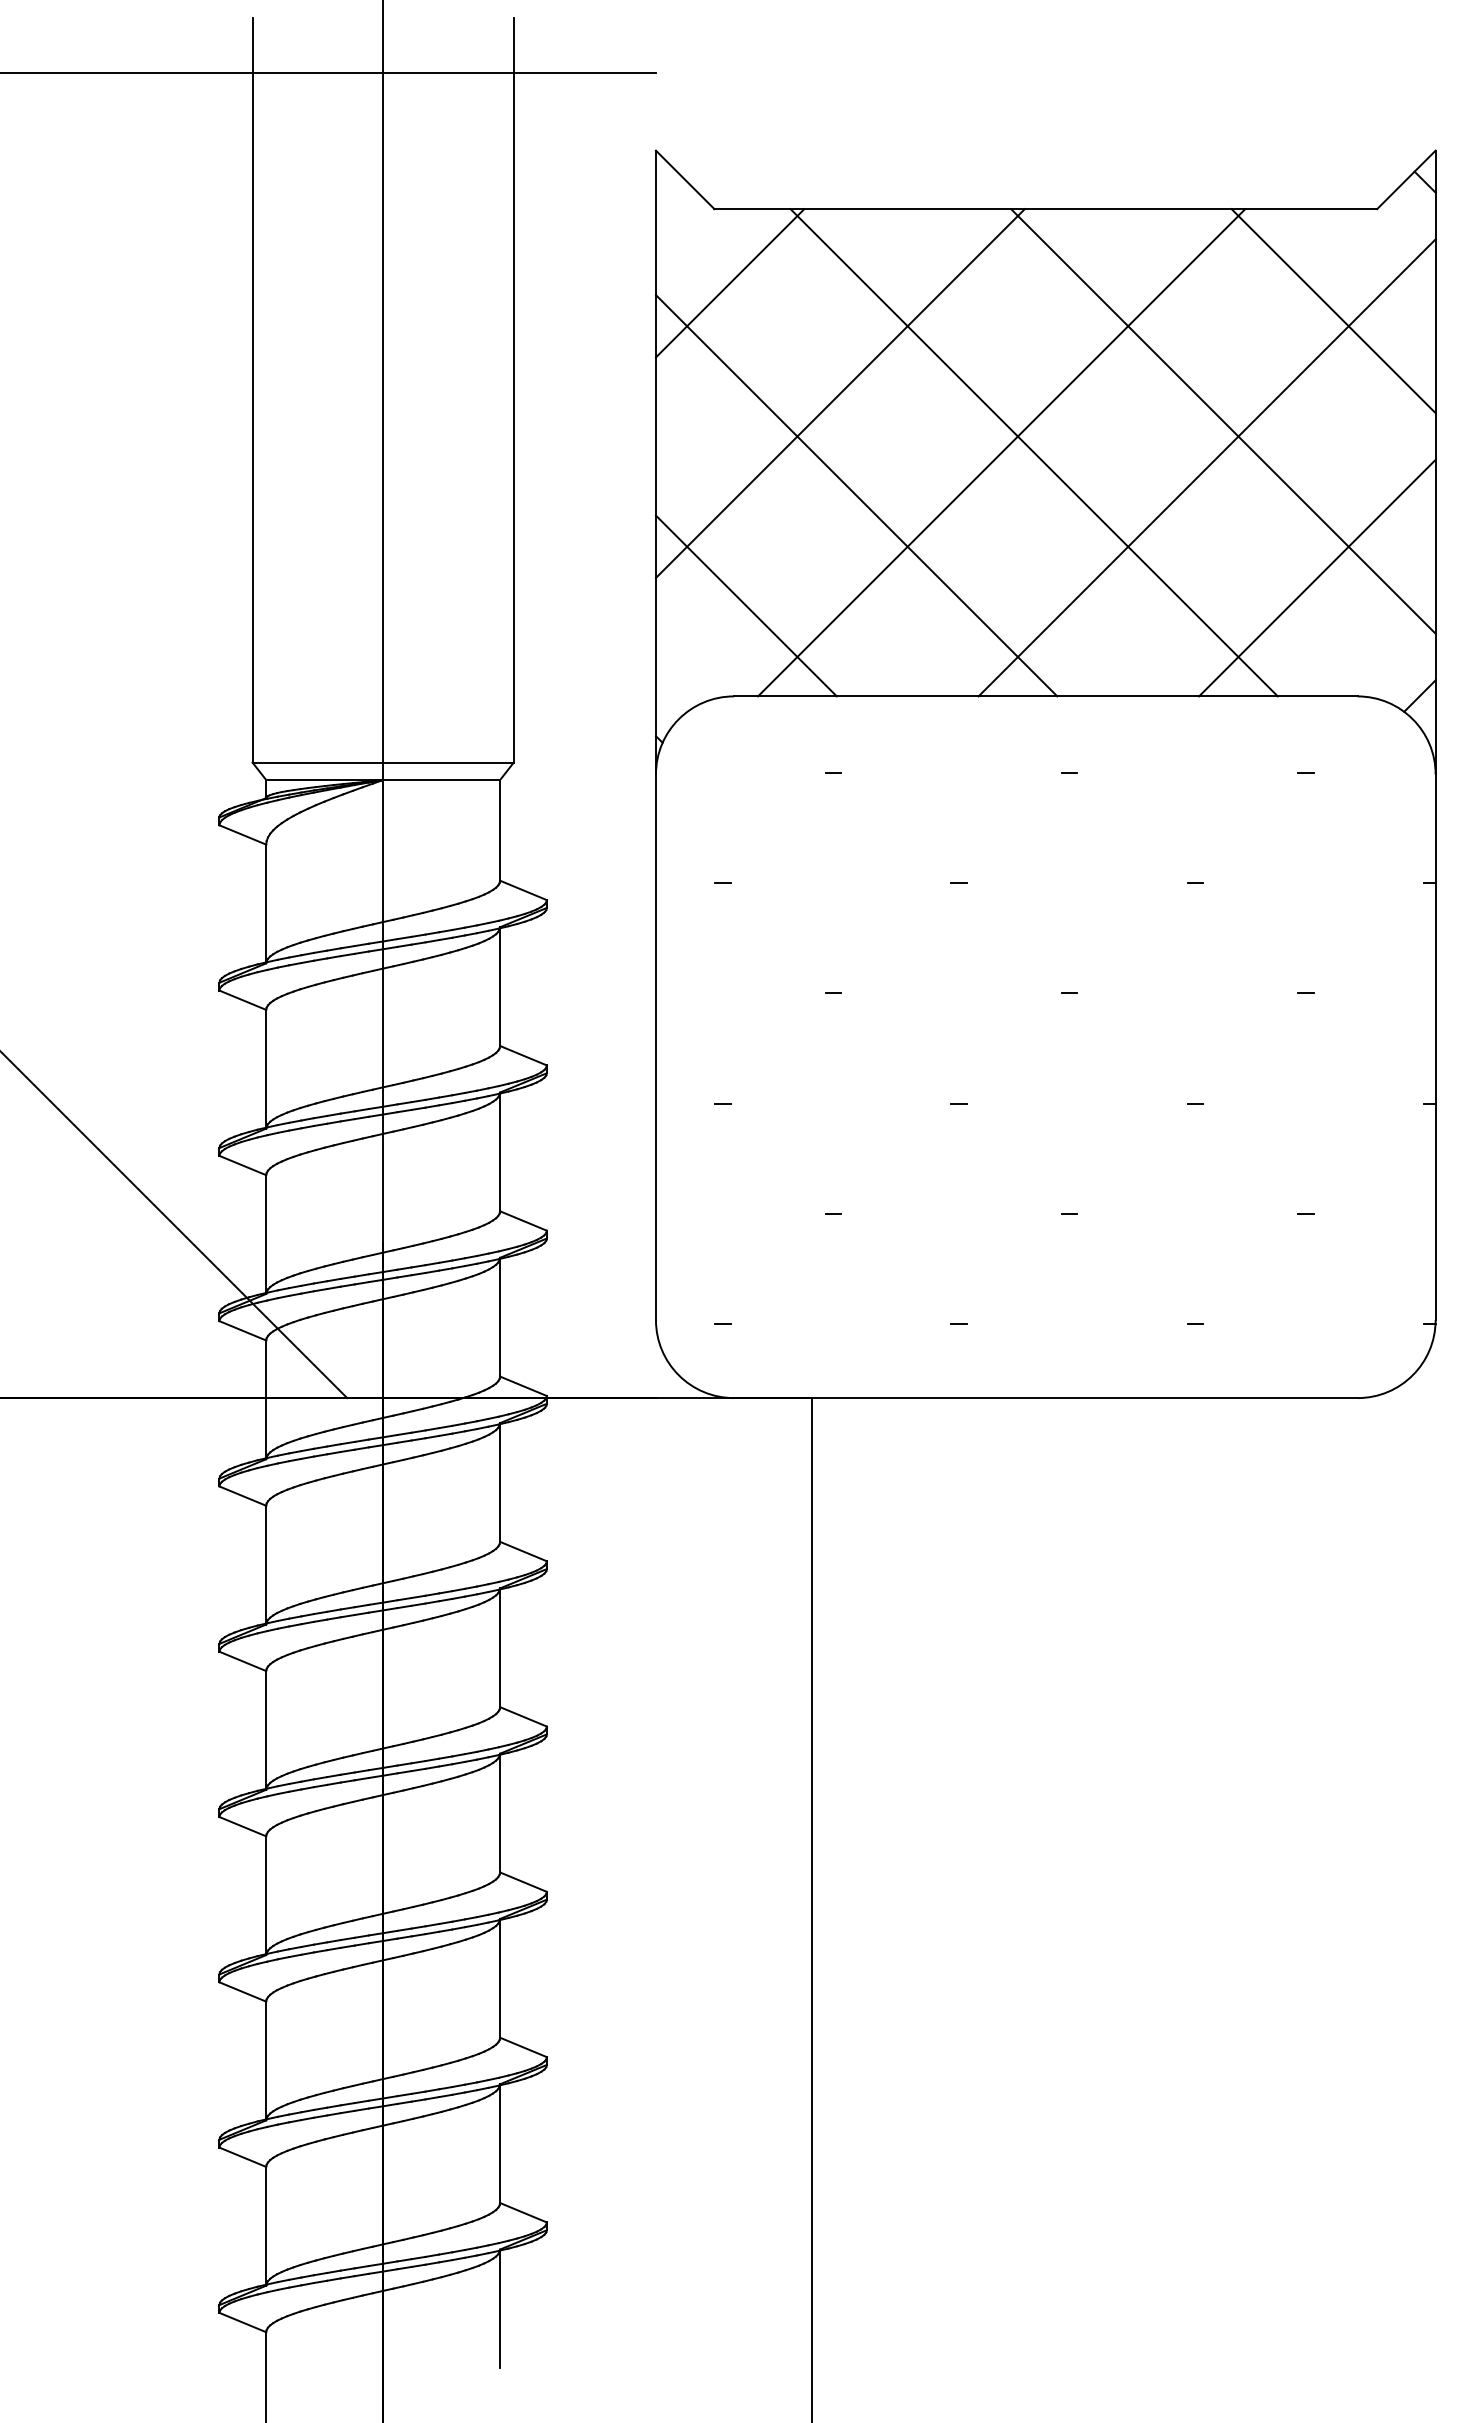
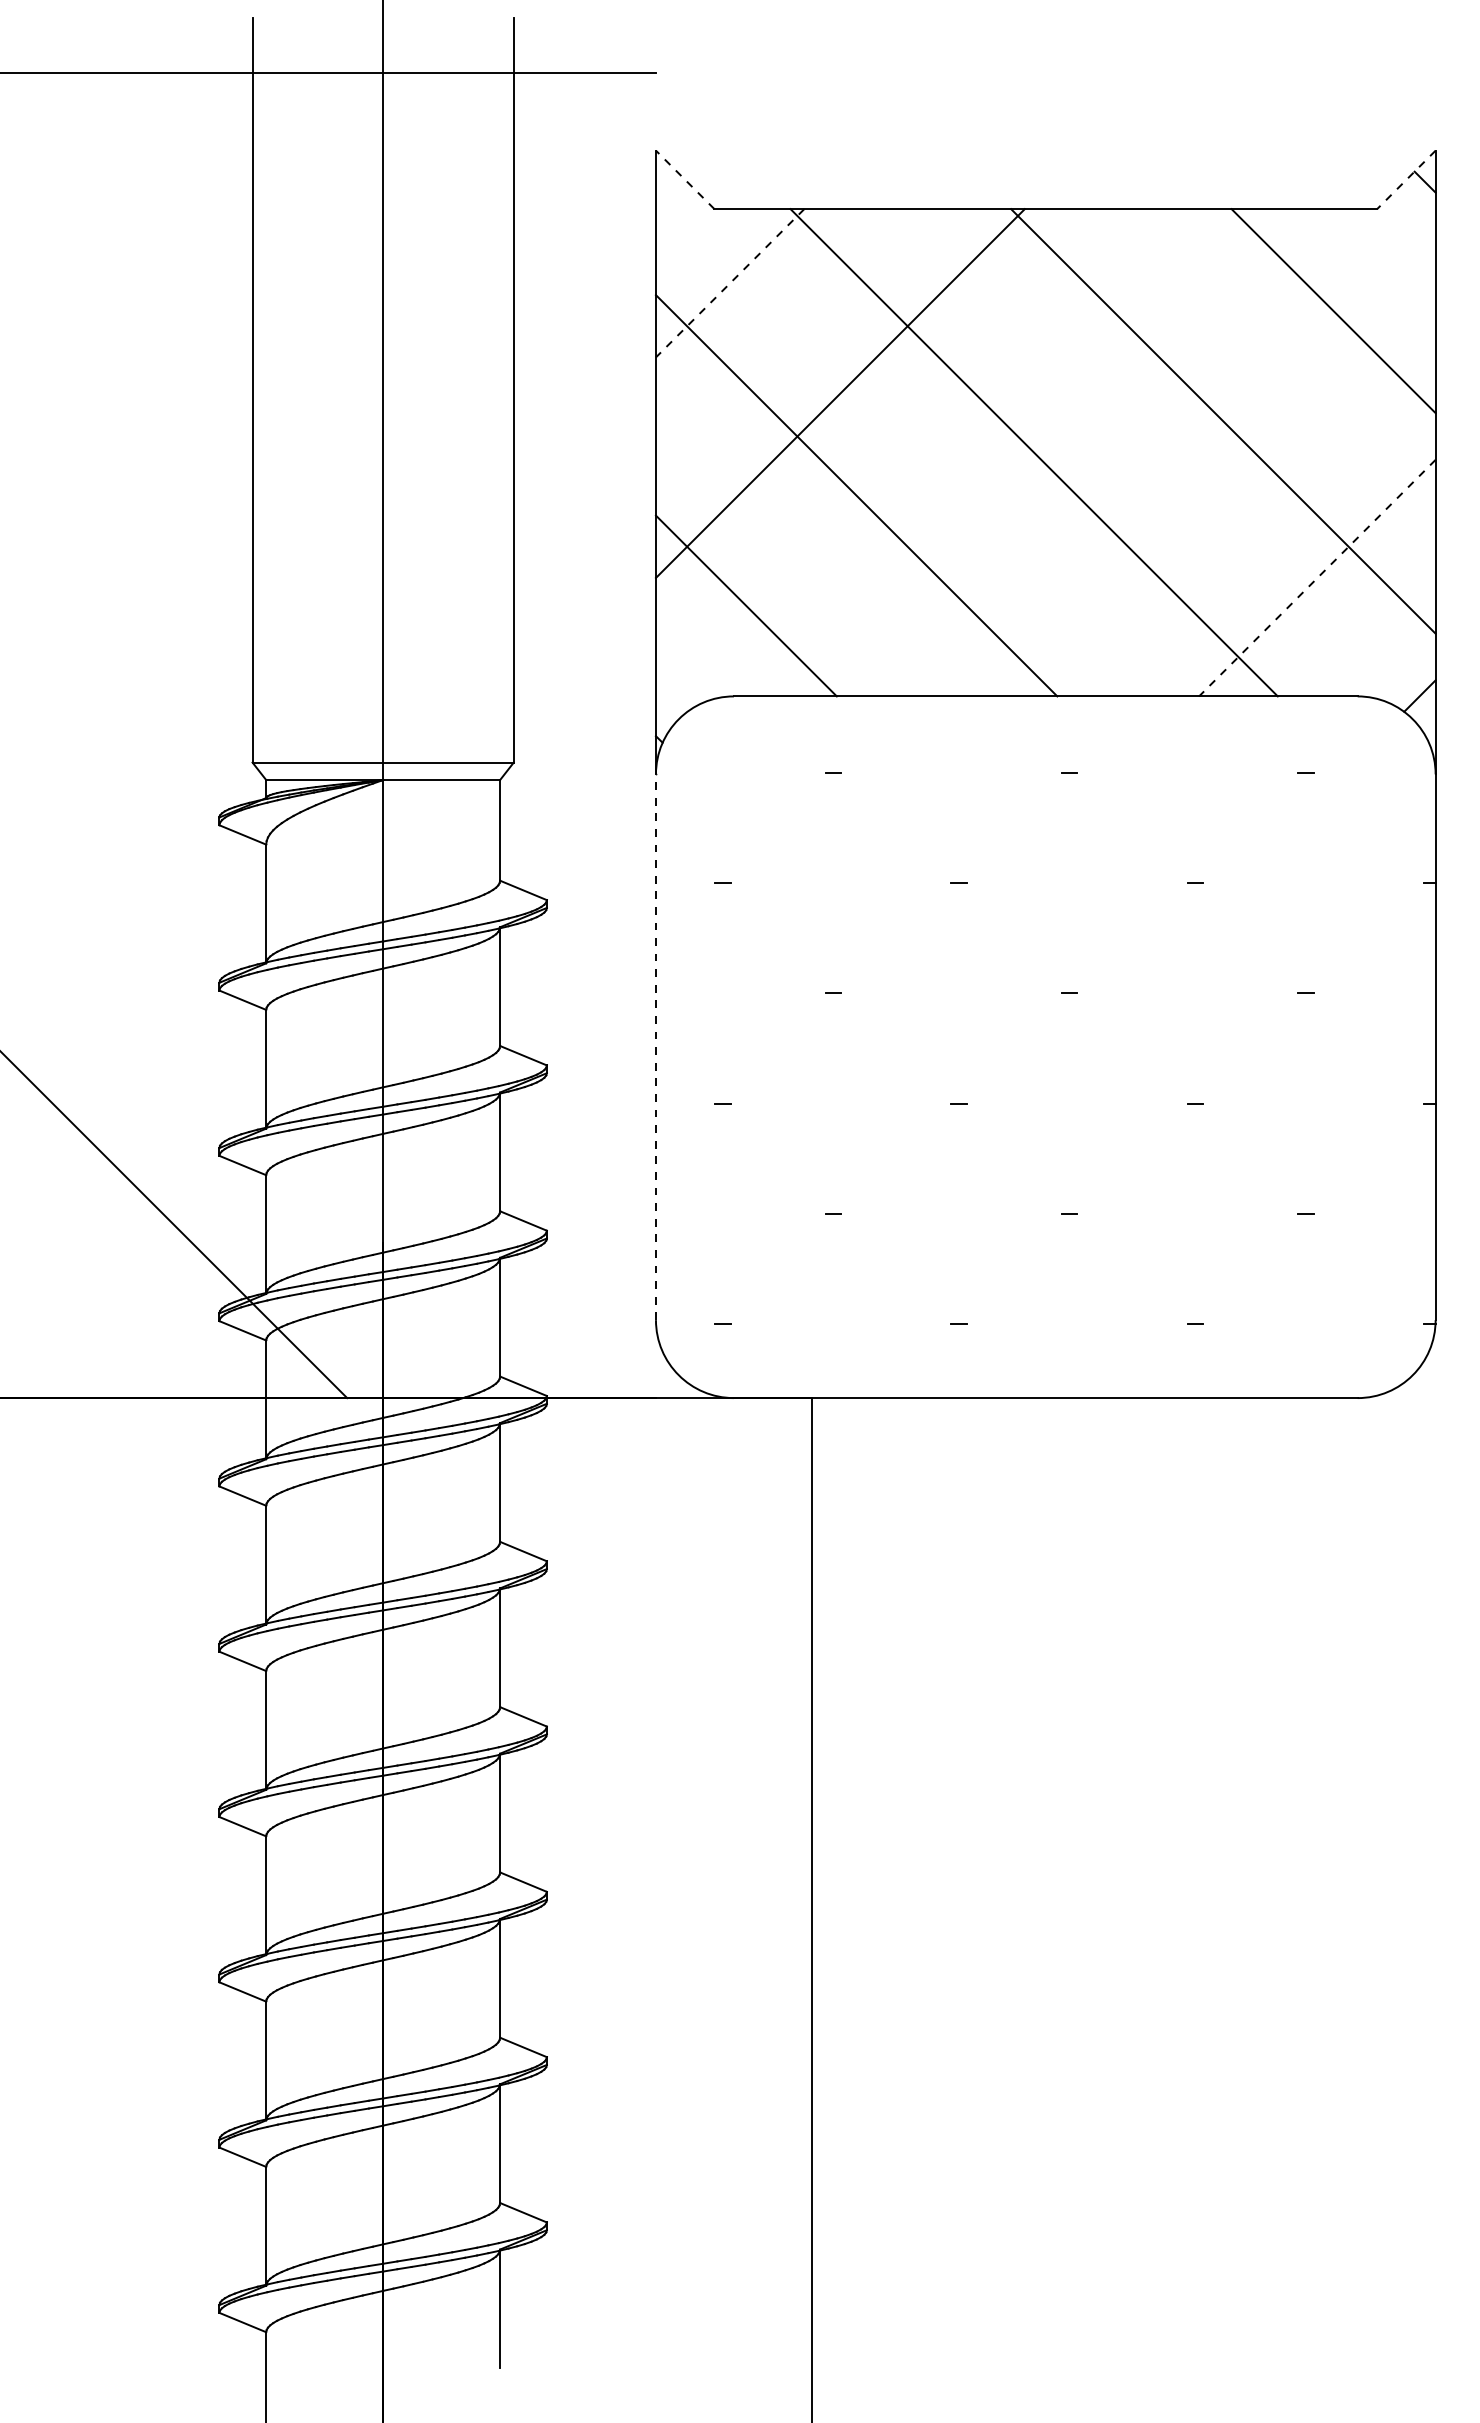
line at (684, 179): solid -> dashed
line at (1406, 180): solid -> dashed
line at (730, 283): solid -> dashed
line at (1001, 452): present -> none
line at (1206, 467): present -> none
line at (1317, 578): solid -> dashed
line at (655, 1047): solid -> dashed
